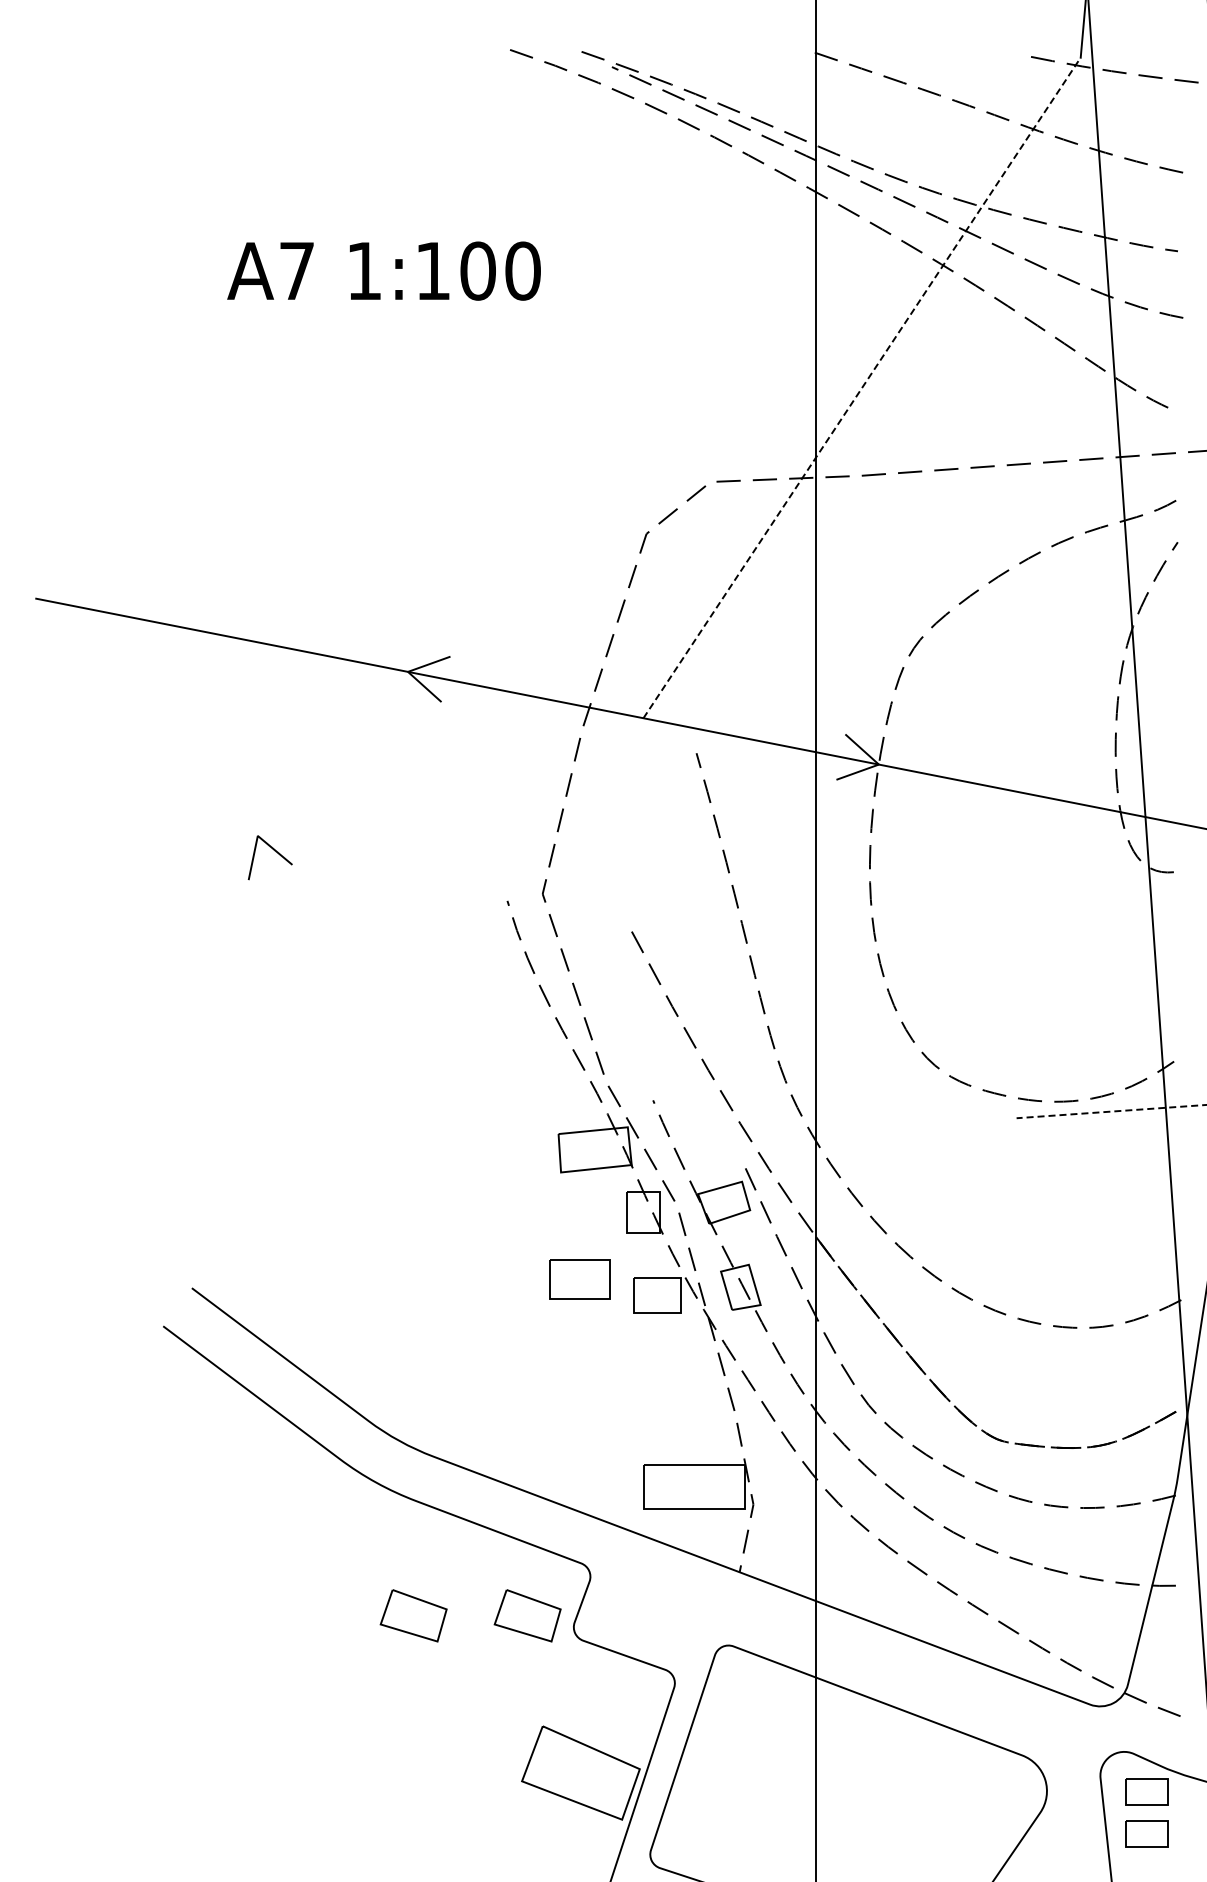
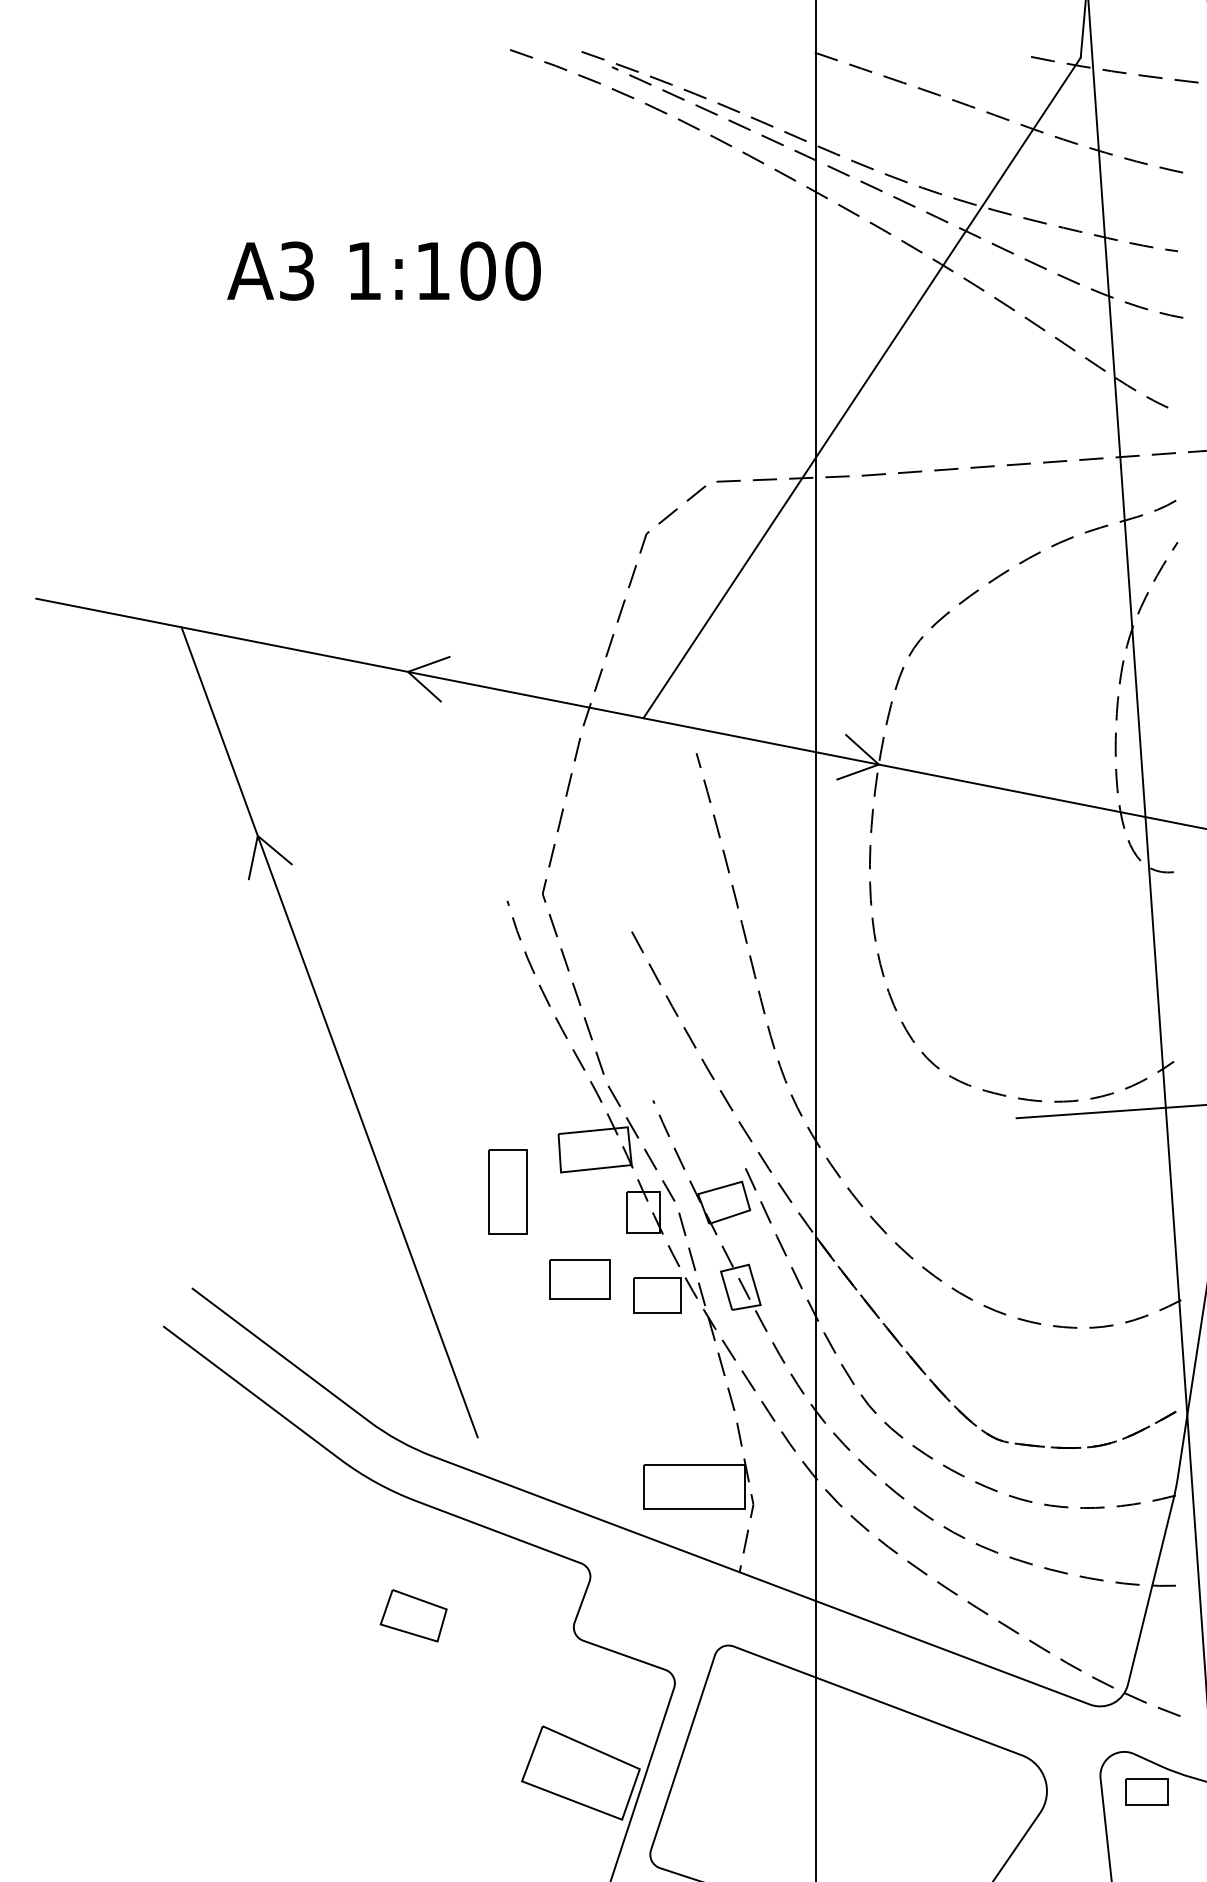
text at (296, 270): A7 -> A3
line at (862, 387): dashed -> solid
line at (329, 1032): none -> present
line at (1111, 1111): dashed -> solid
part at (507, 1191): none -> present
part at (527, 1615): present -> none
part at (1146, 1833): present -> none
